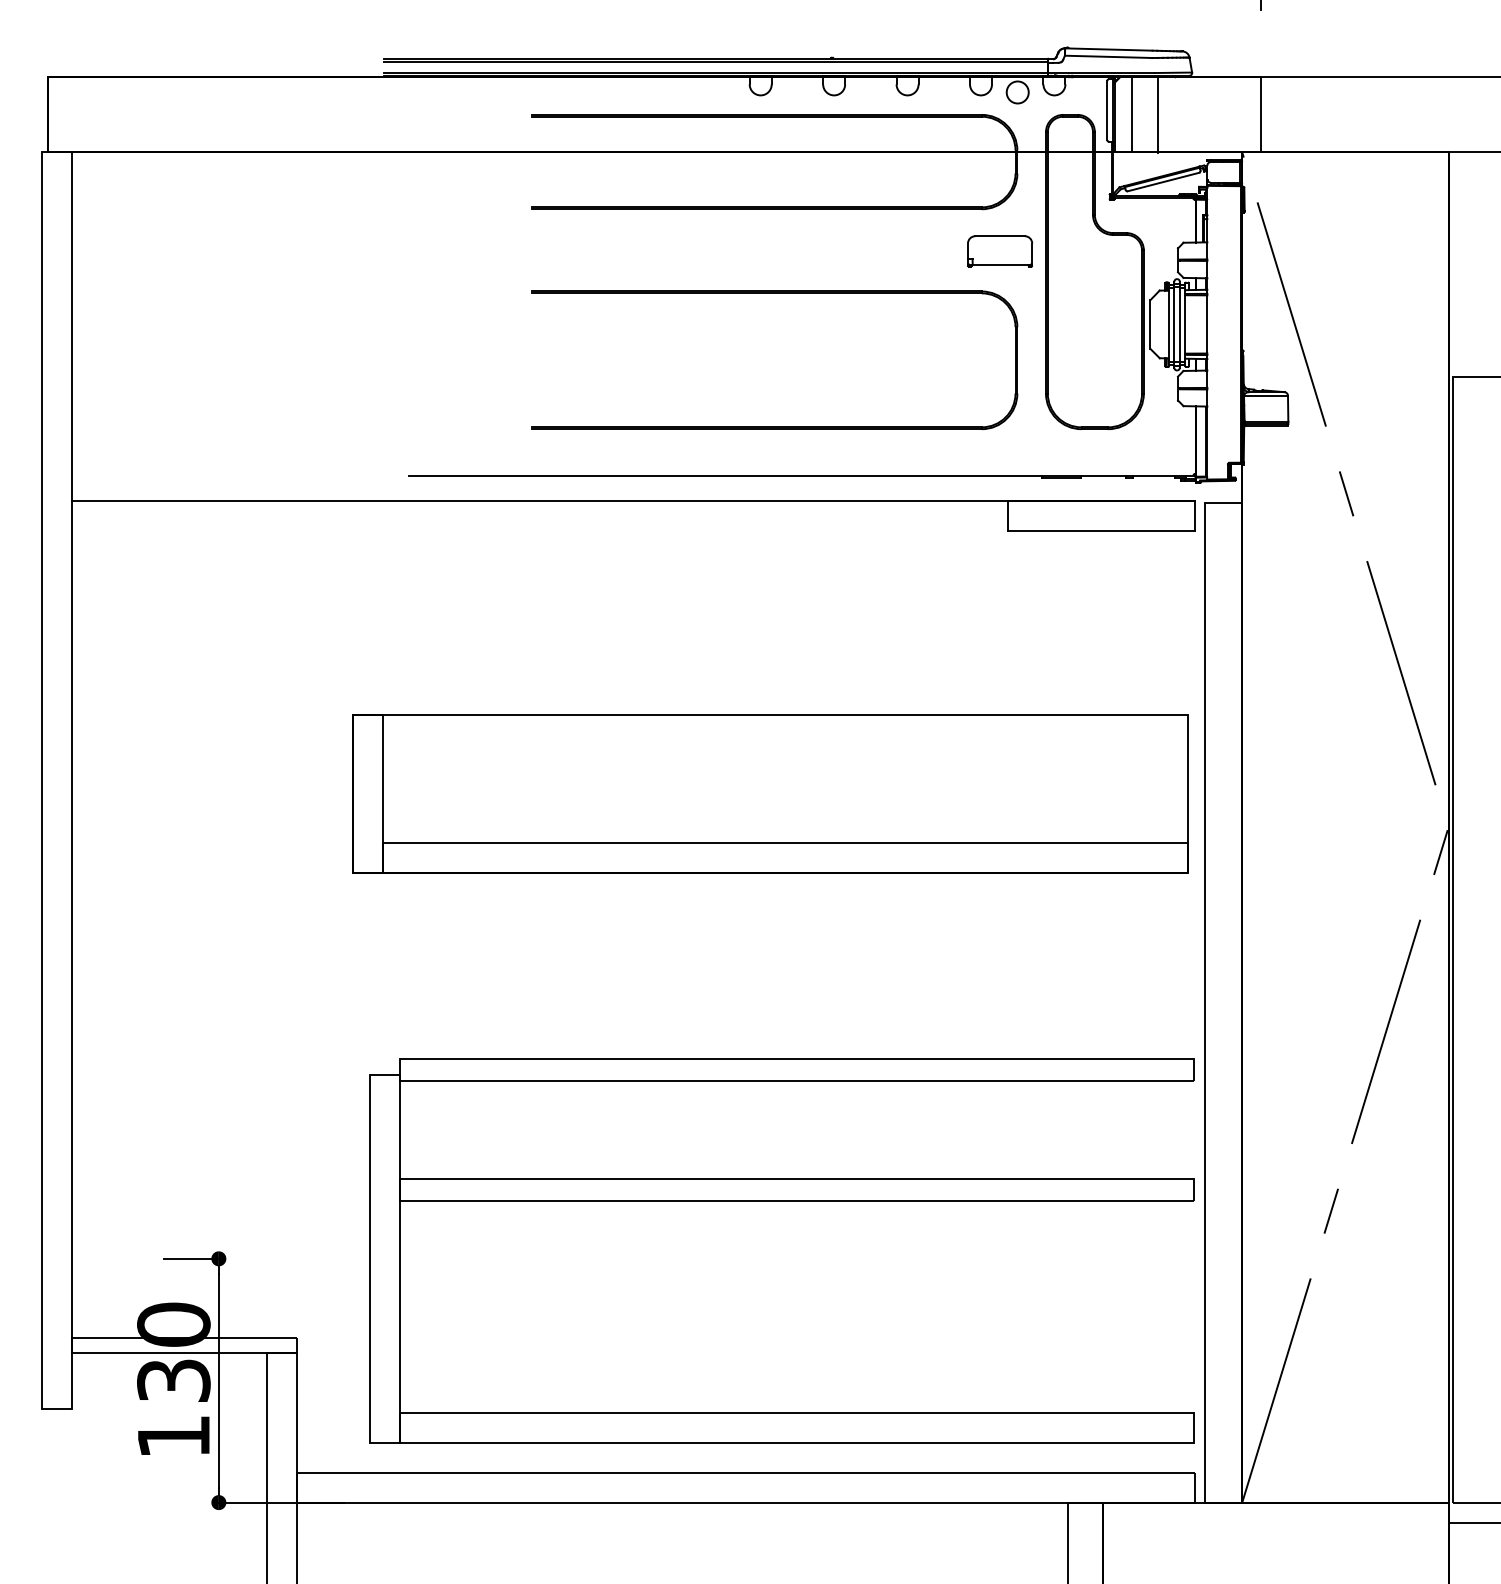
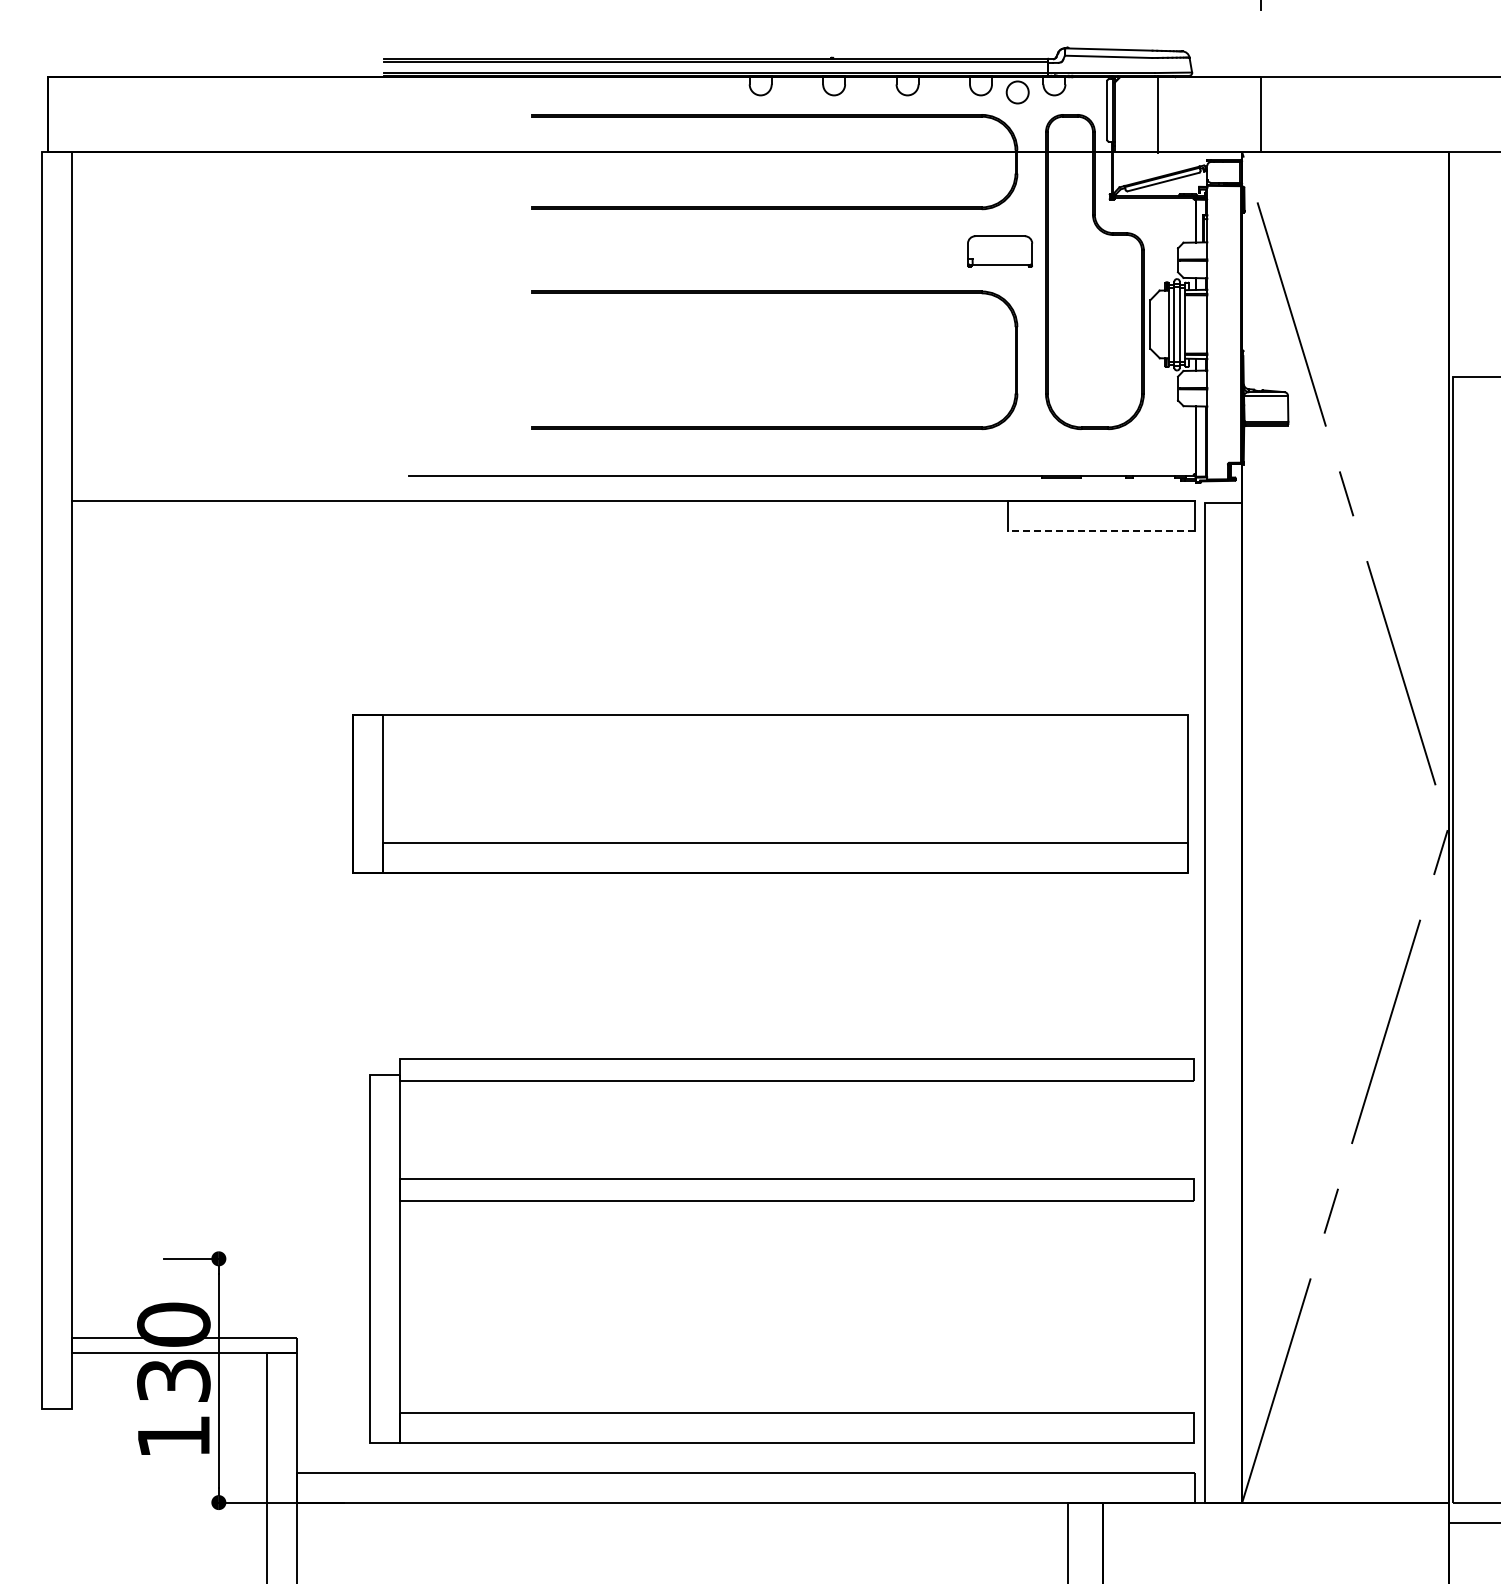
line at (1131, 114): present -> none
line at (1101, 531): solid -> dashed
